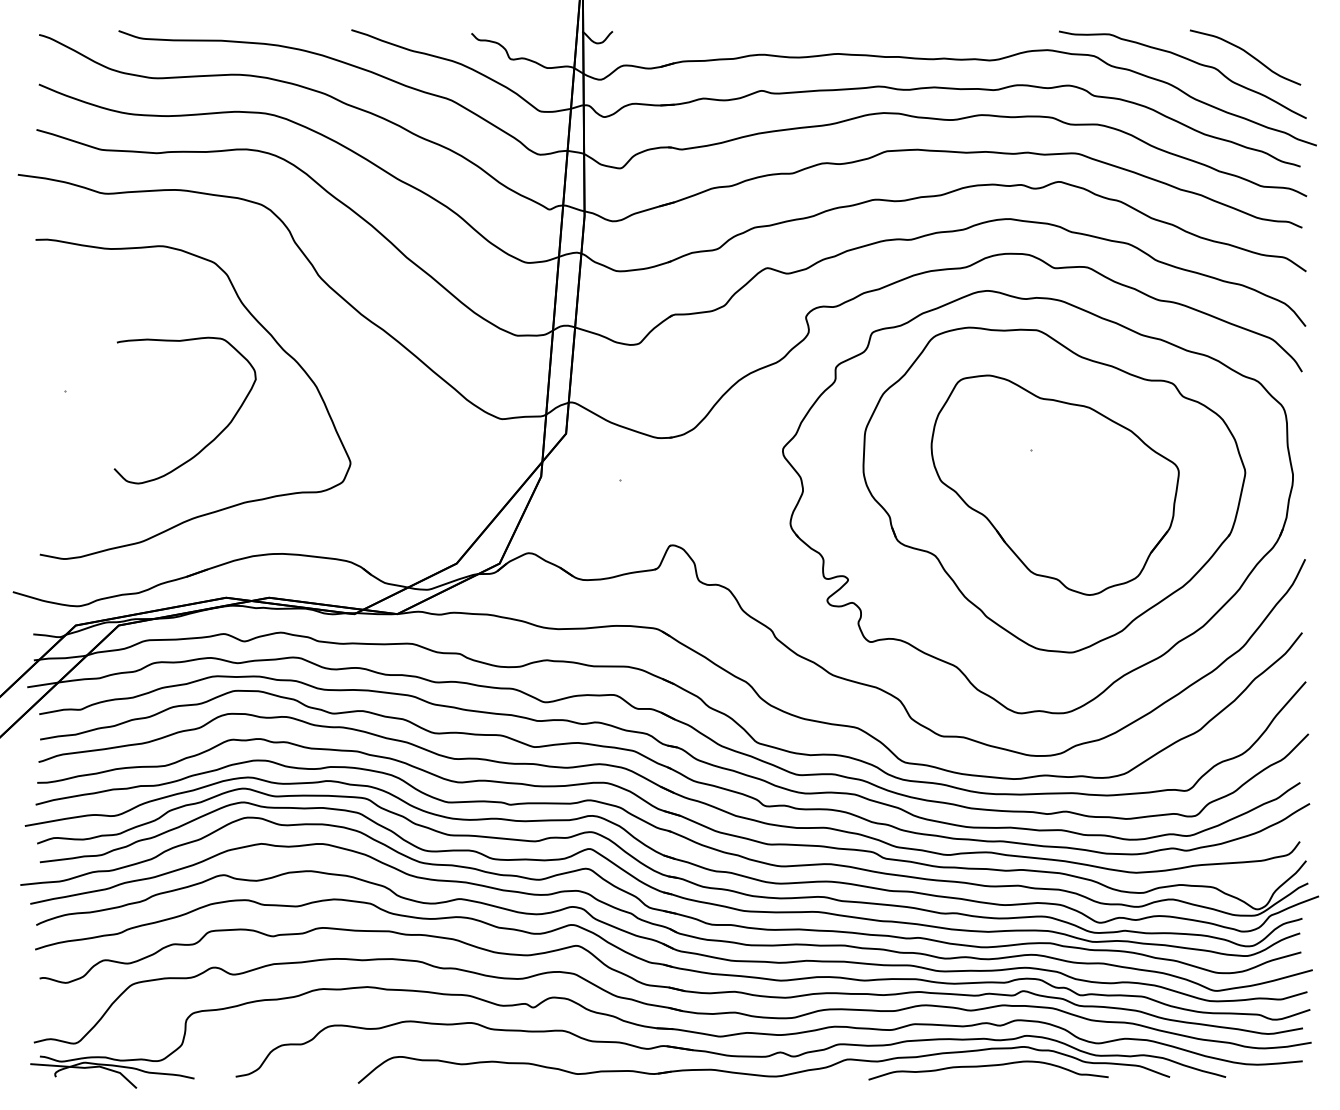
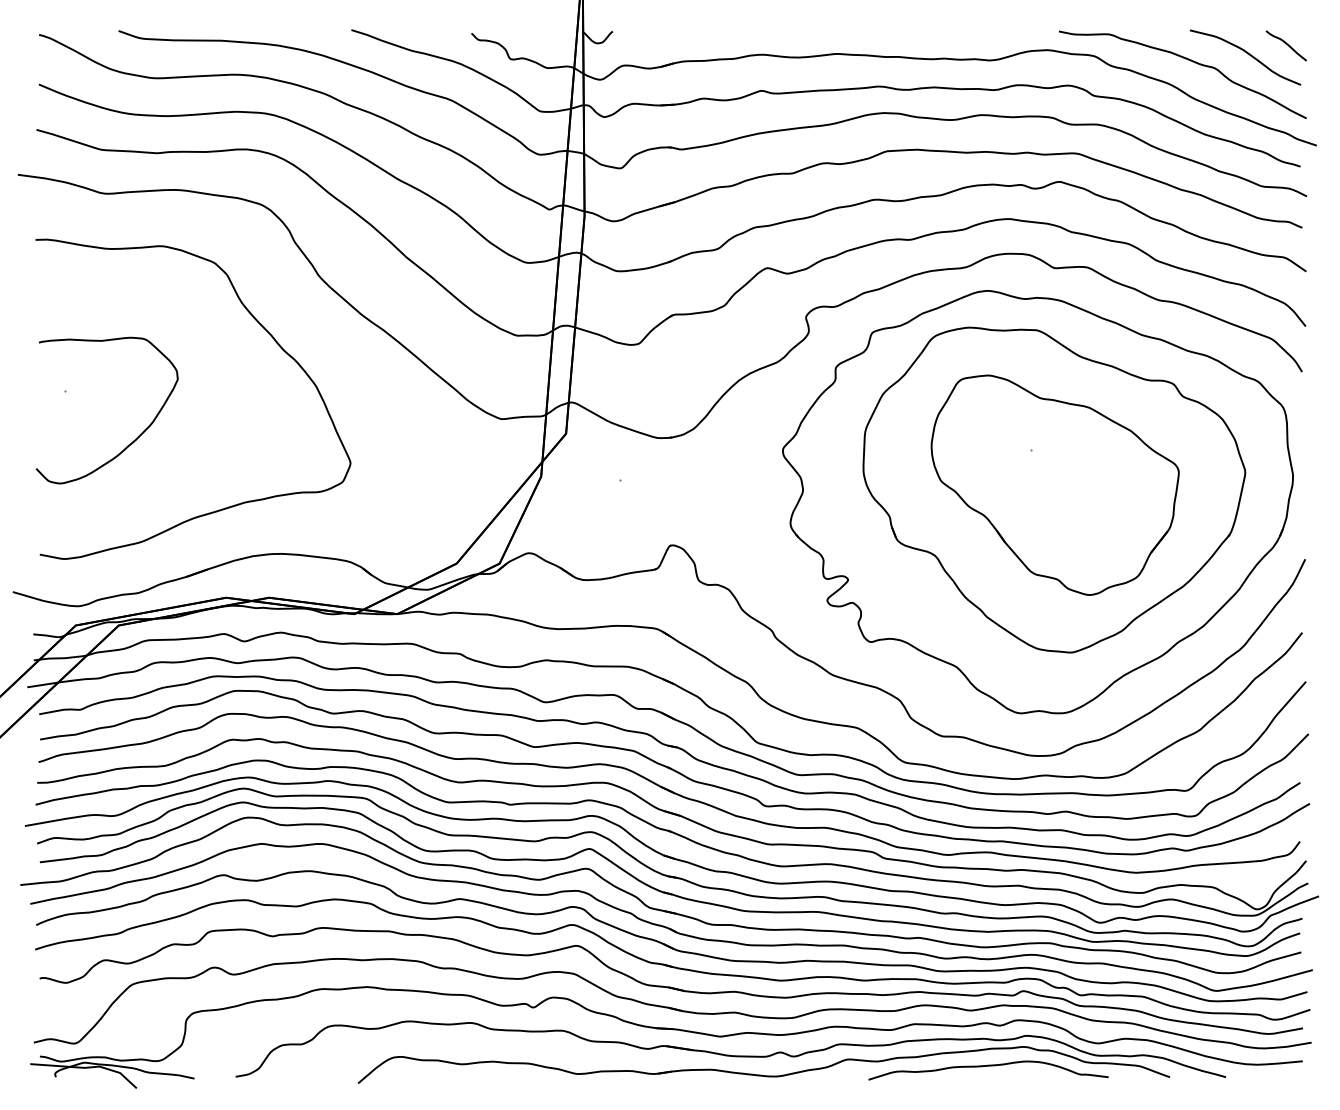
curve at (1285, 44): none -> present
curve at (213, 438) position: (213, 438) -> (135, 438)
